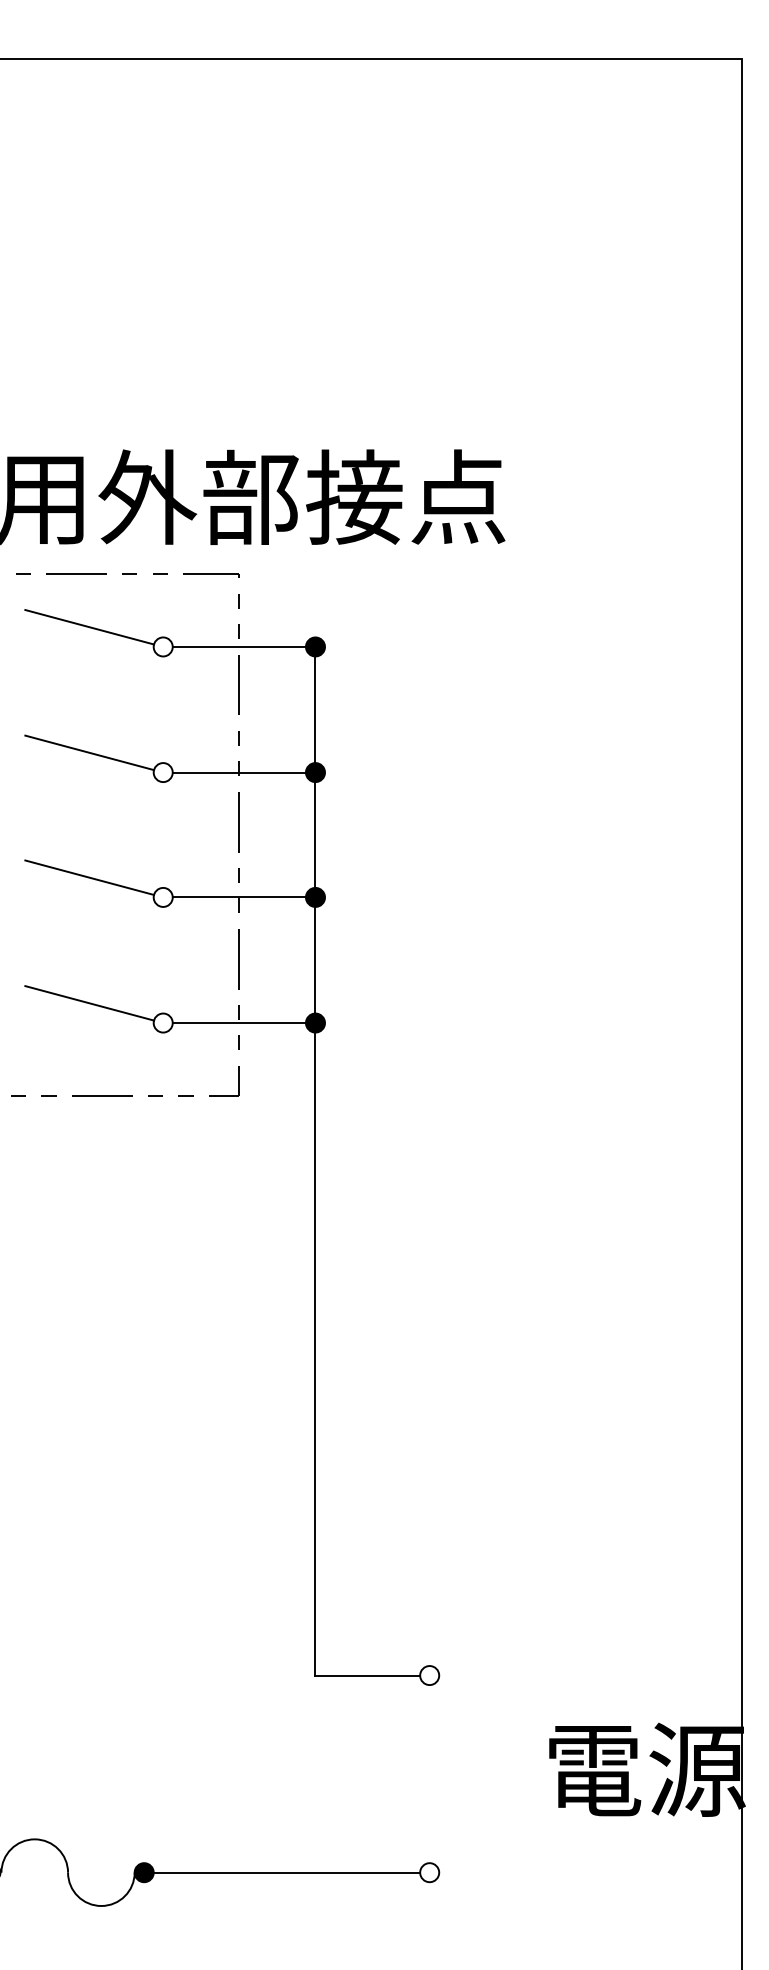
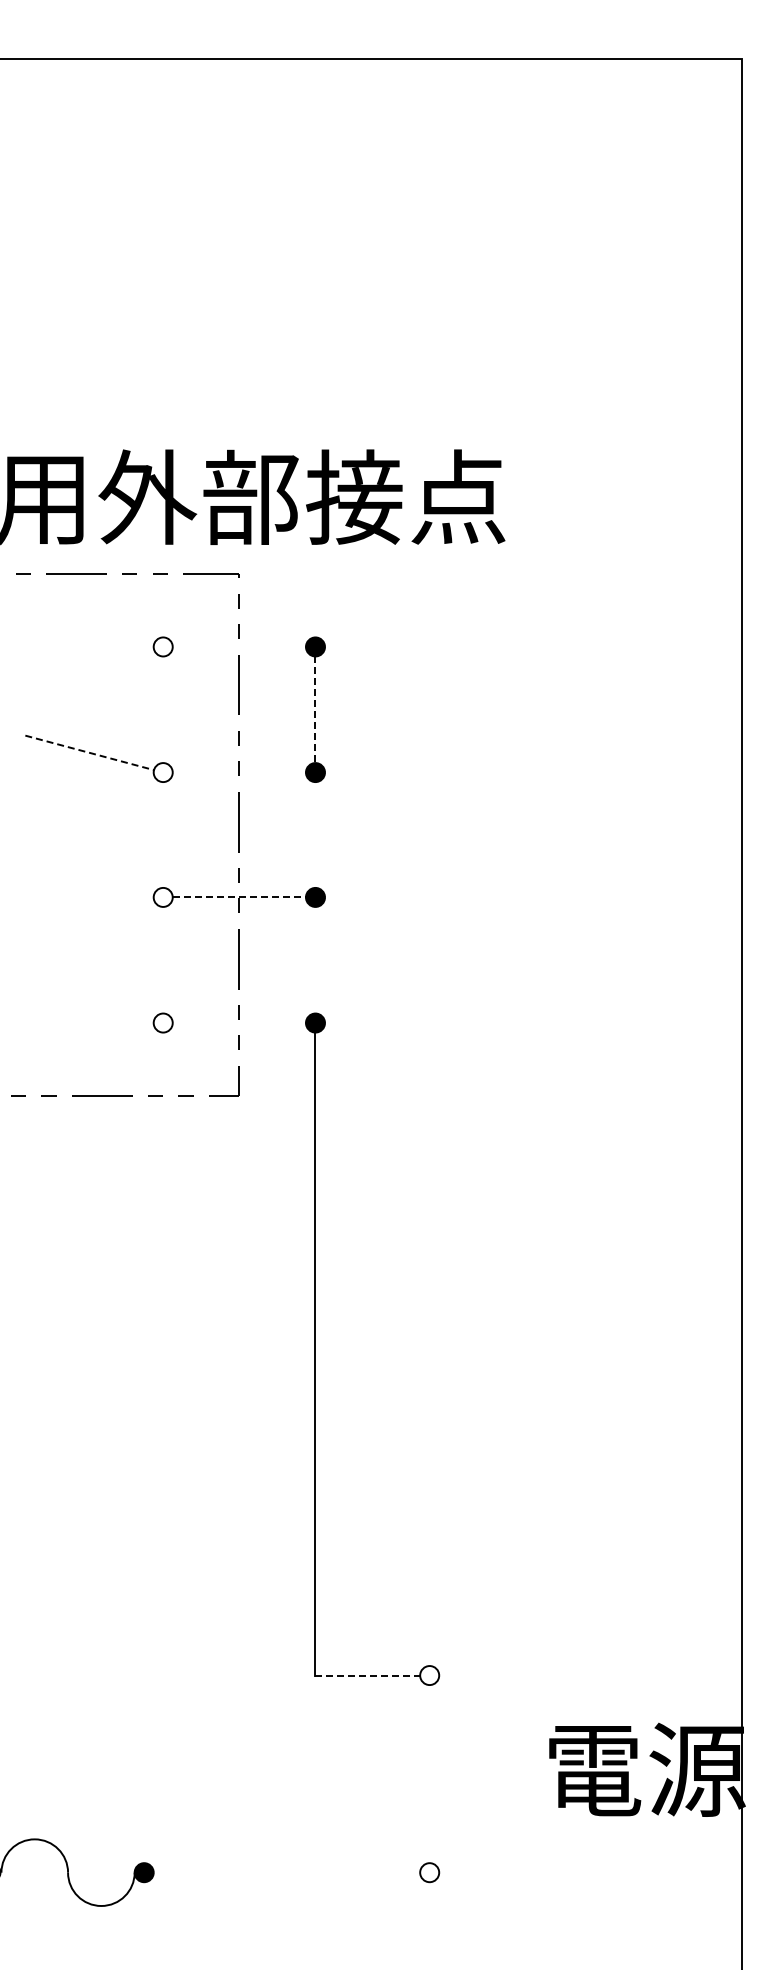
line at (89, 627): present -> none
line at (238, 646): present -> none
line at (315, 710): solid -> dashed
line at (89, 752): solid -> dashed
line at (238, 772): present -> none
line at (315, 834): present -> none
line at (89, 877): present -> none
line at (239, 897): solid -> dashed
line at (315, 959): present -> none
line at (89, 1003): present -> none
line at (238, 1023): present -> none
line at (368, 1675): solid -> dashed
line at (286, 1872): present -> none
